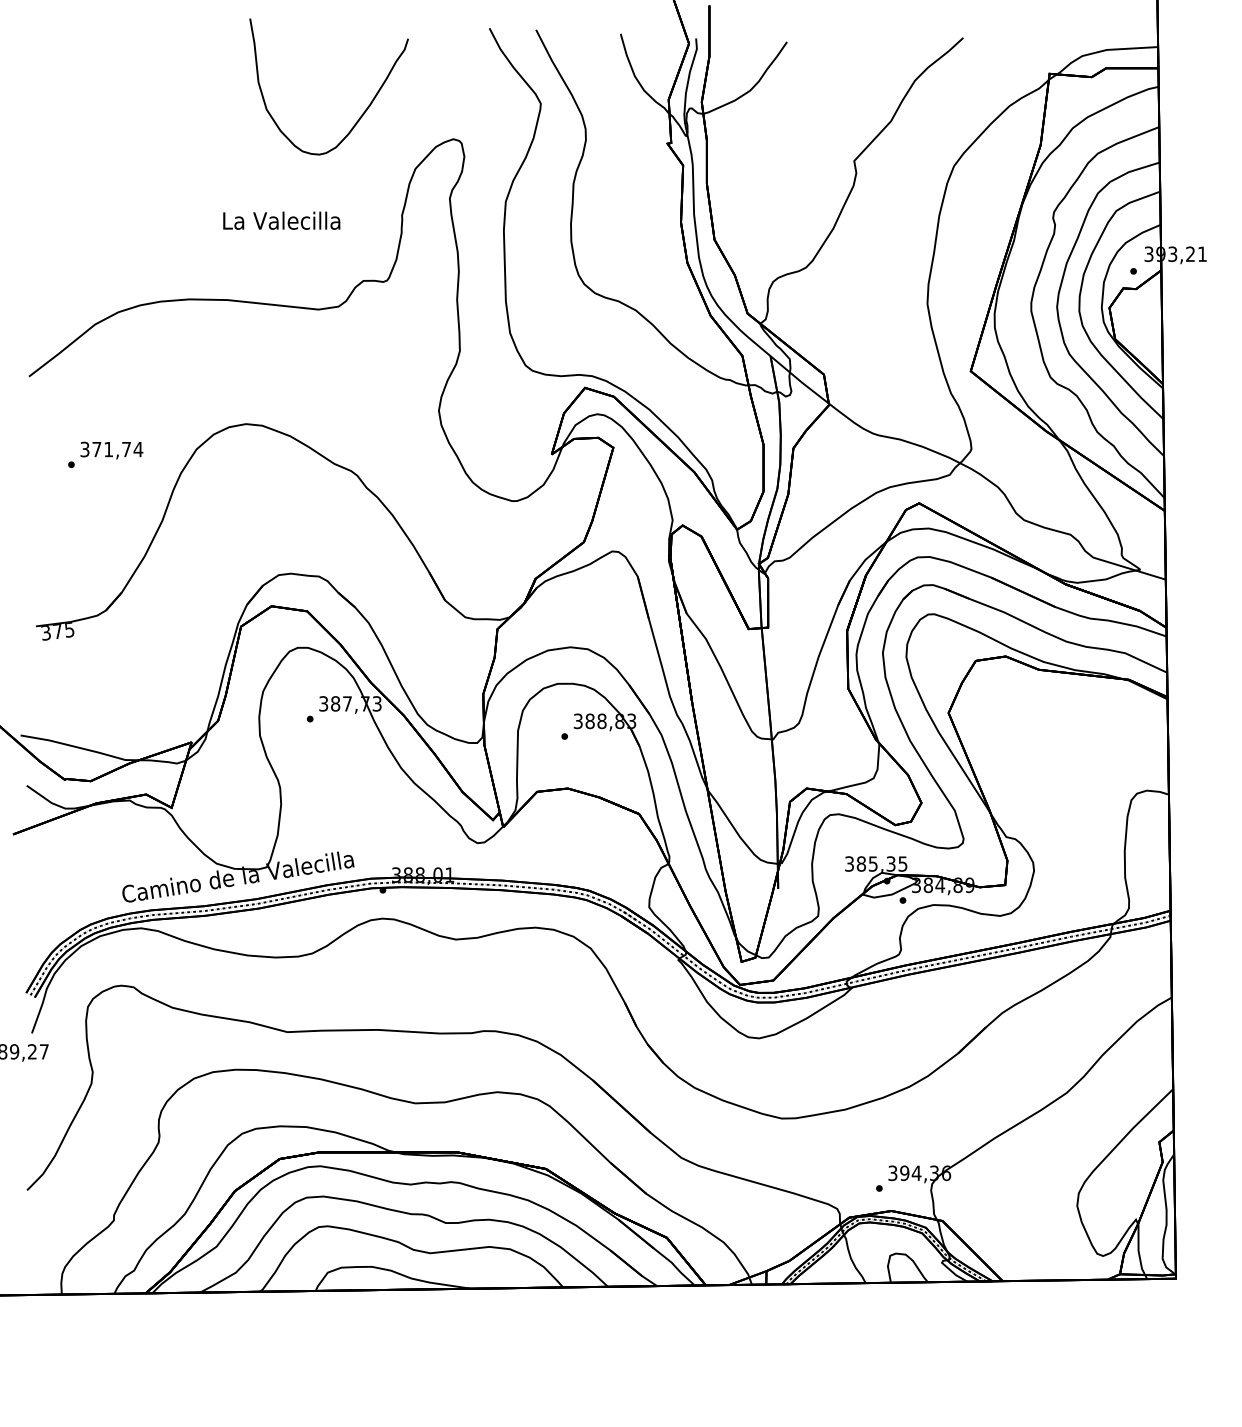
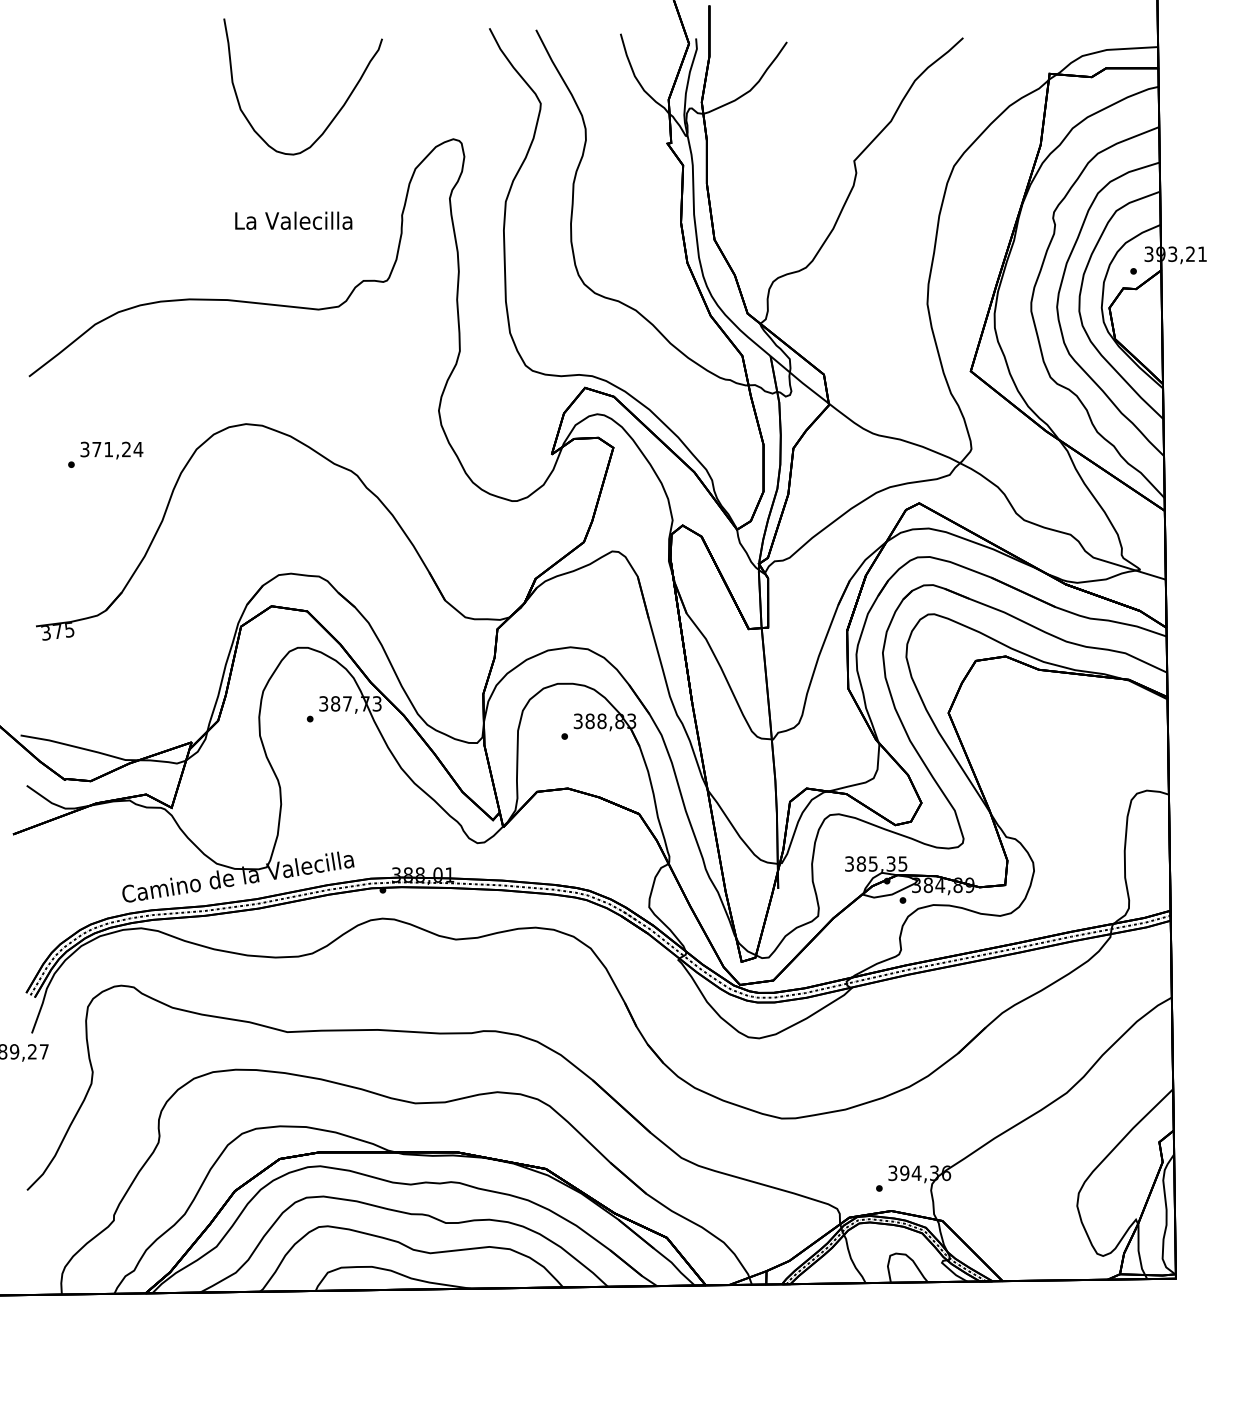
curve at (364, 110) position: (364, 110) -> (338, 110)
text at (281, 220) position: (281, 220) -> (293, 220)
text at (126, 449): 371,74 -> 371,24
